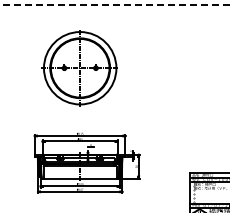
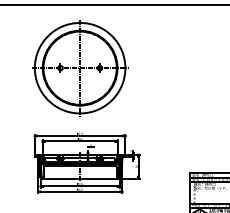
line at (115, 5): dashed -> solid
part at (79, 68) size: 77x77 px -> 97x97 px
